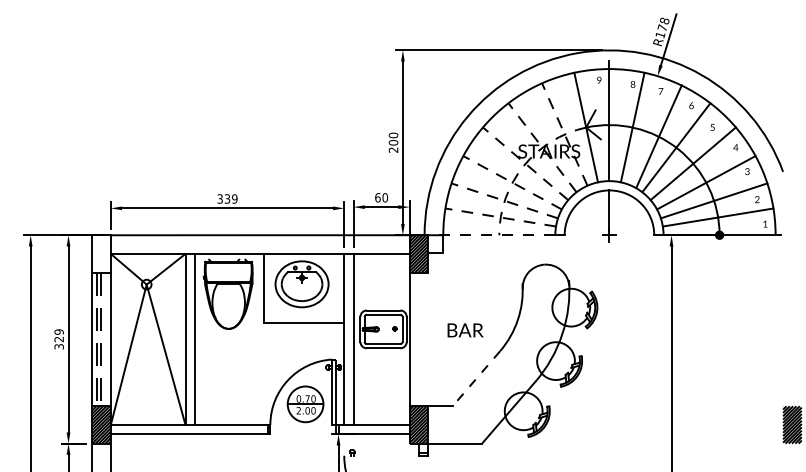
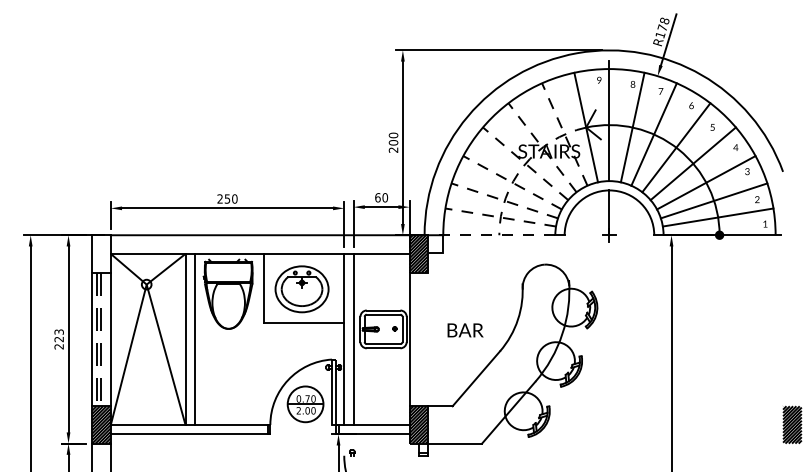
line at (658, 136) position: (658, 136) -> (653, 134)
text at (227, 198): 339 -> 250
part at (301, 284) position: (301, 284) -> (301, 289)
text at (58, 339): 329 -> 223
line at (476, 379): dashed -> solid
